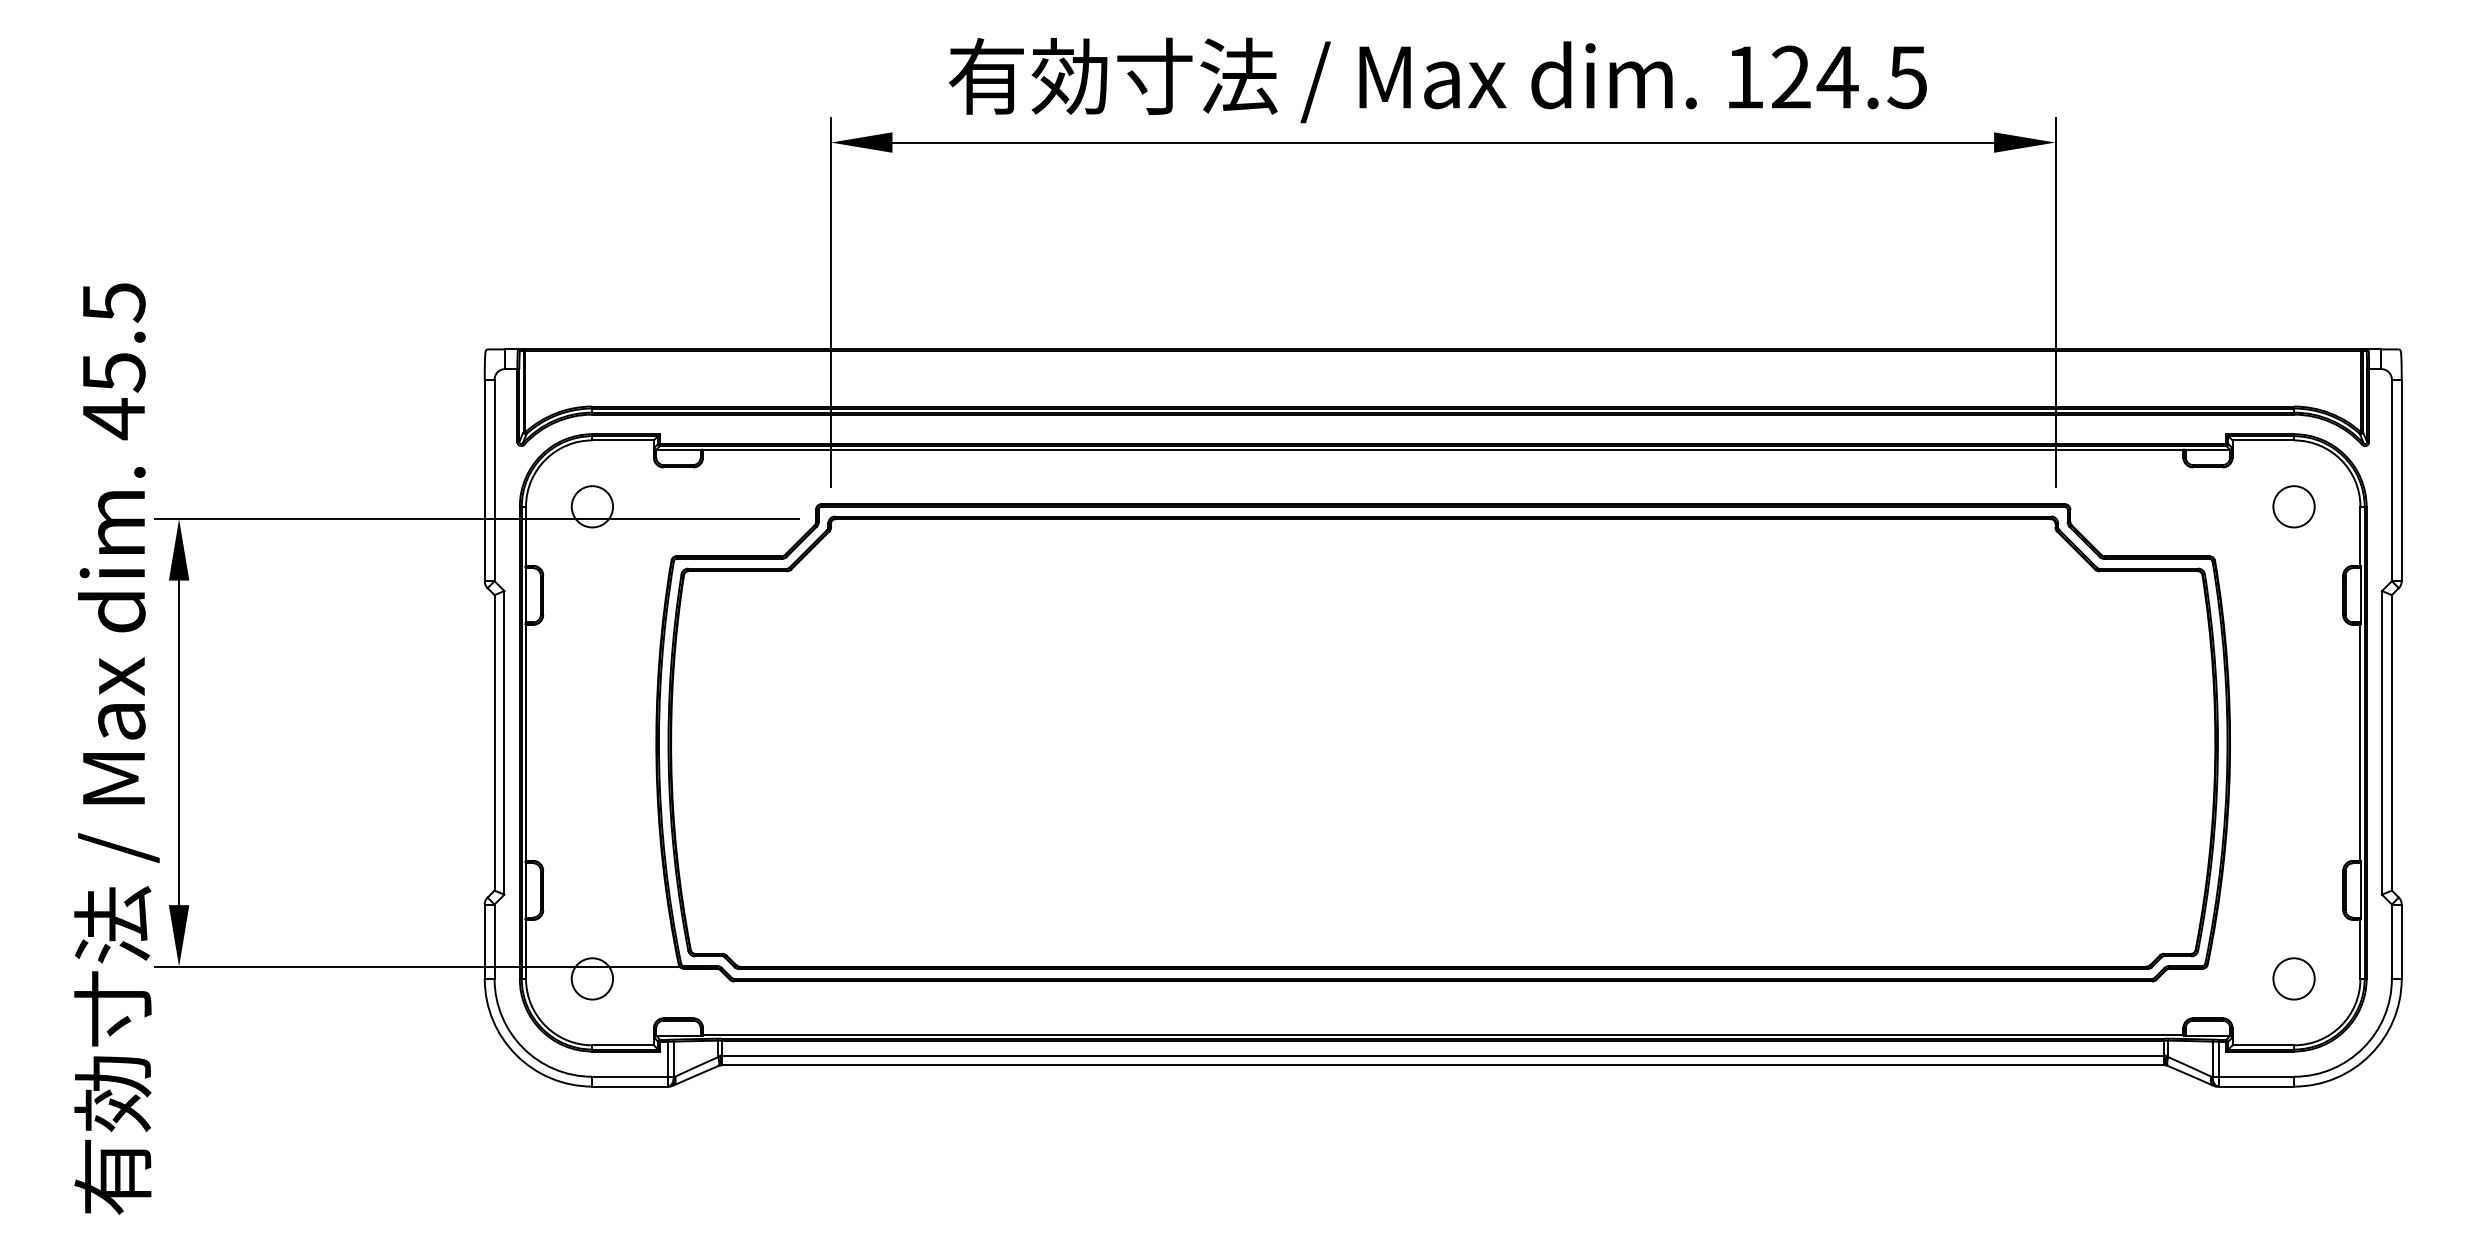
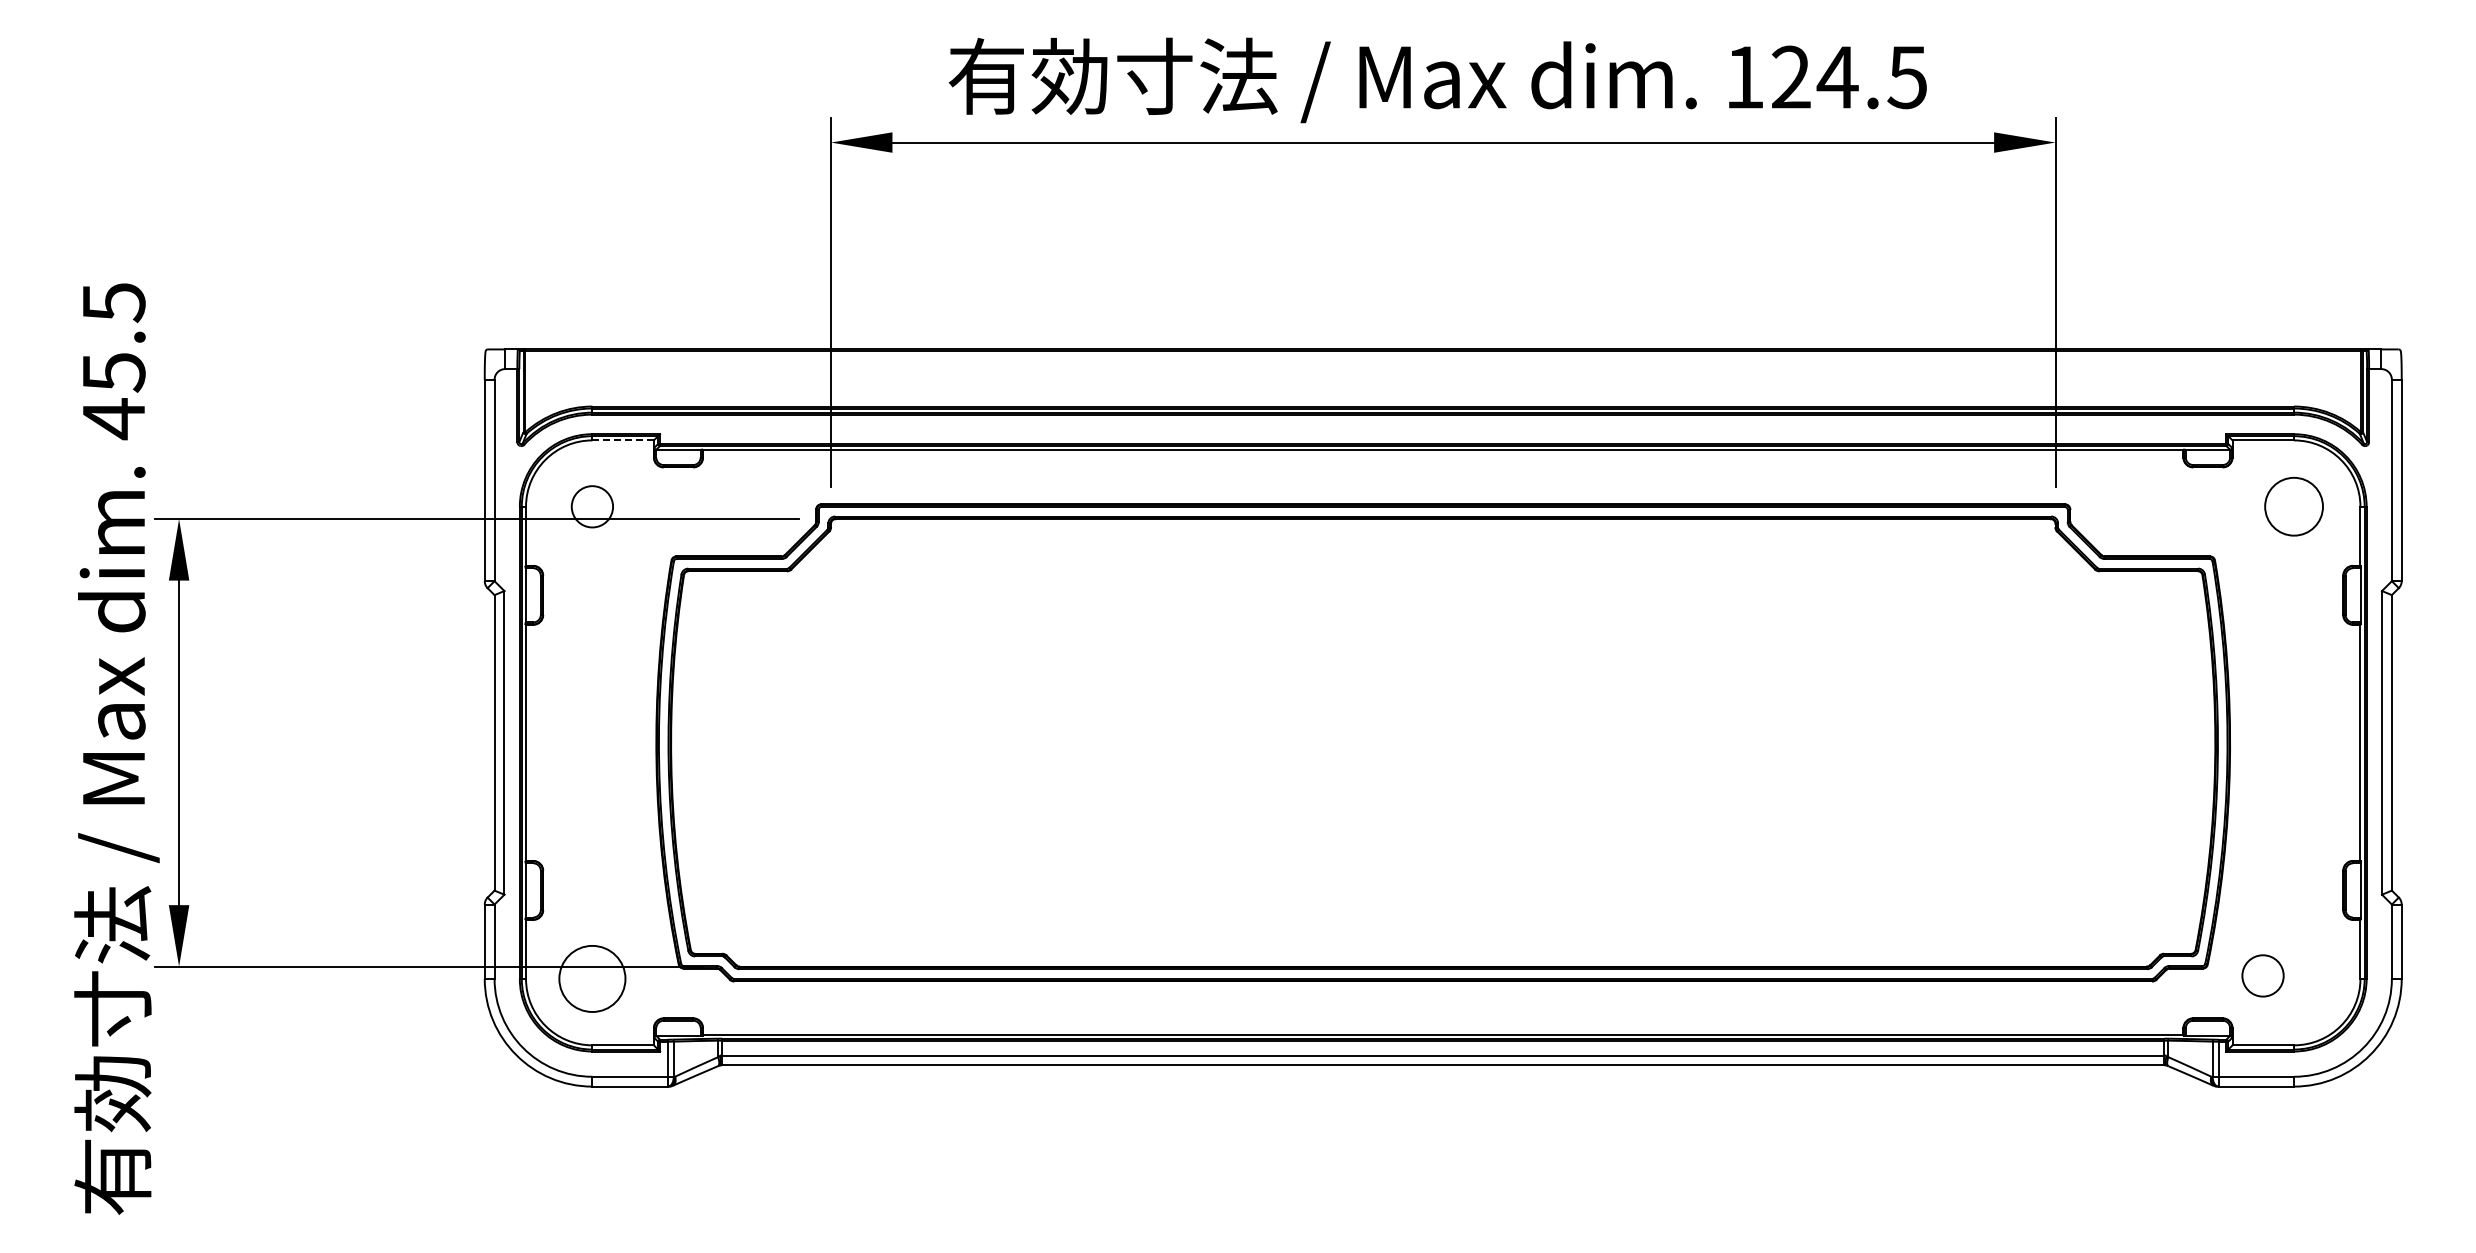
line at (623, 440): solid -> dashed
circle at (2293, 506) size: 44x44 px -> 60x61 px
circle at (592, 978) diameter: 41 px -> 66 px
circle at (2293, 978) position: (2293, 978) -> (2262, 975)
